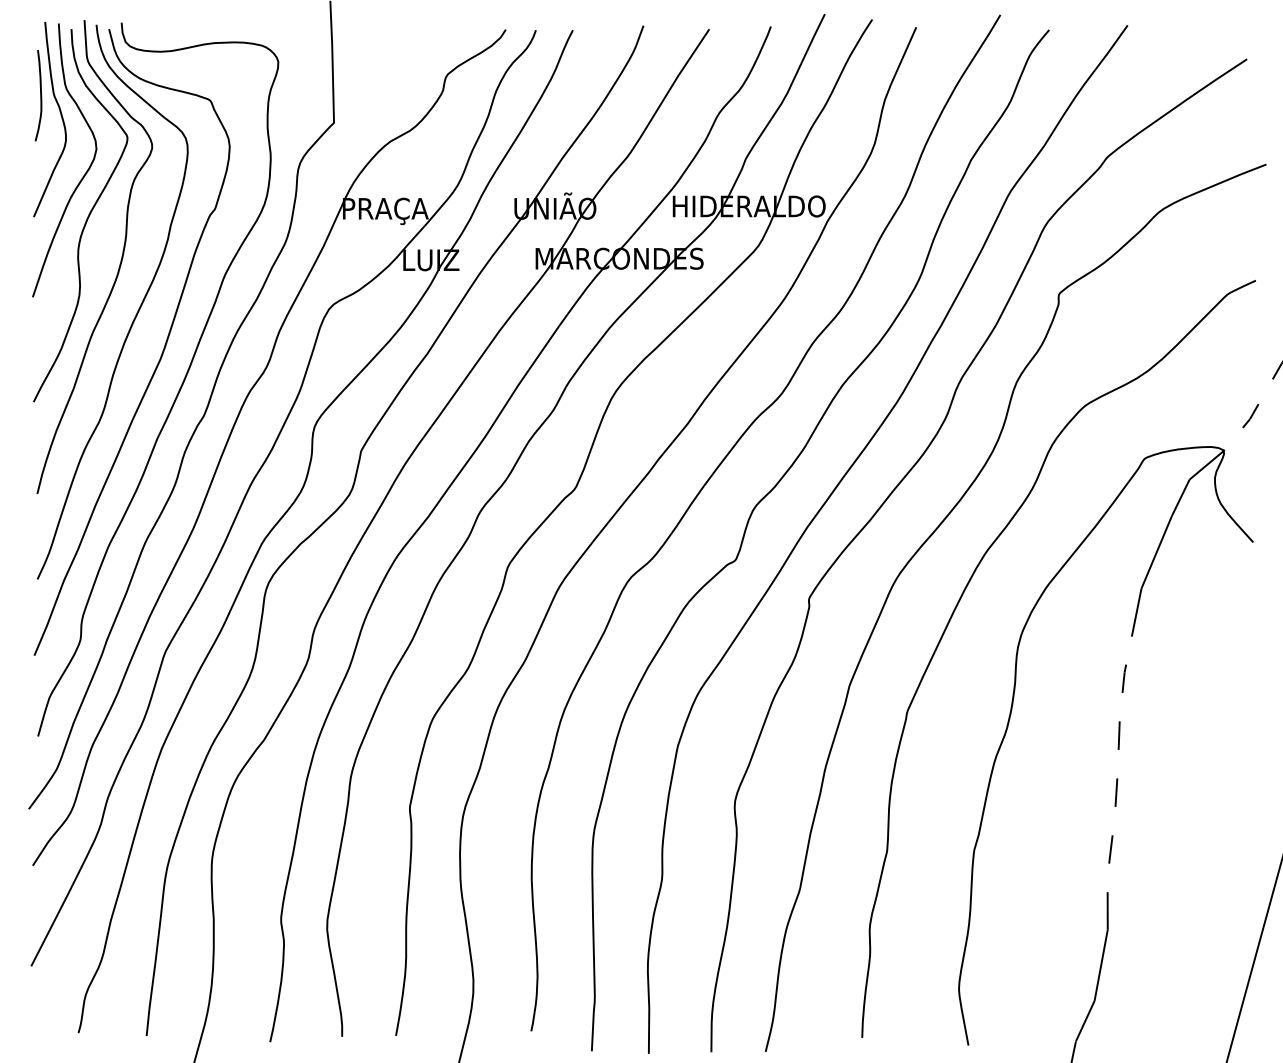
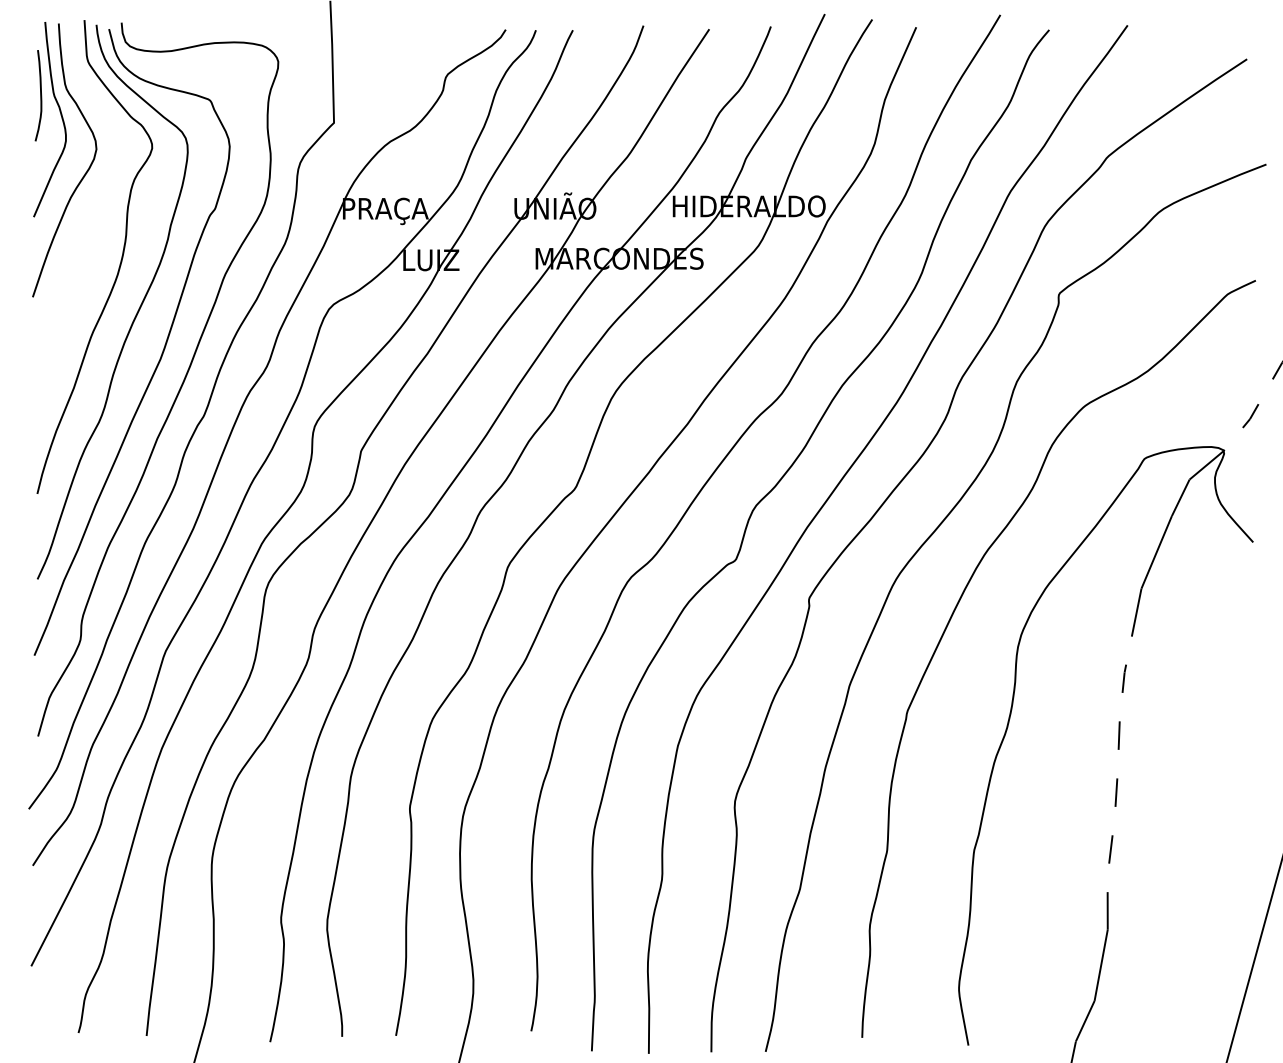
curve at (86, 218): present -> none
